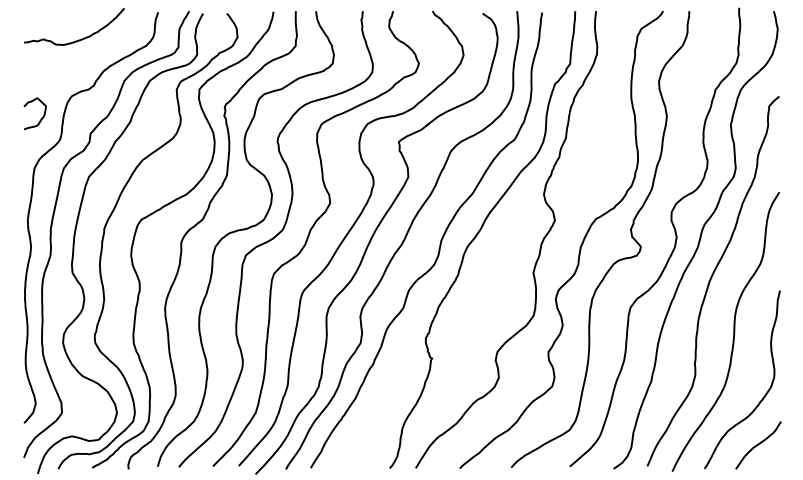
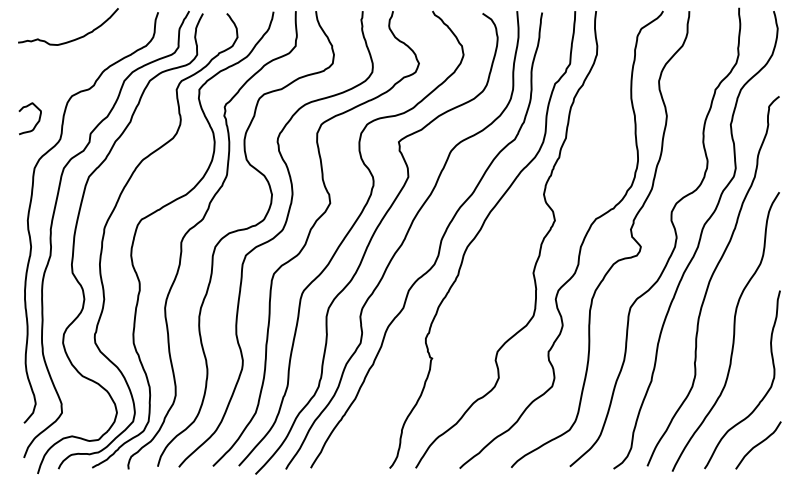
curve at (78, 39) position: (78, 39) -> (72, 39)
curve at (41, 117) position: (41, 117) -> (36, 122)
